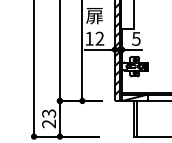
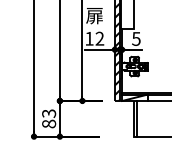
text at (49, 123): 23 -> 83
